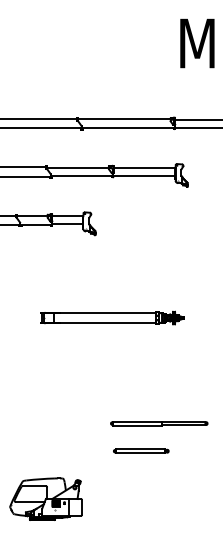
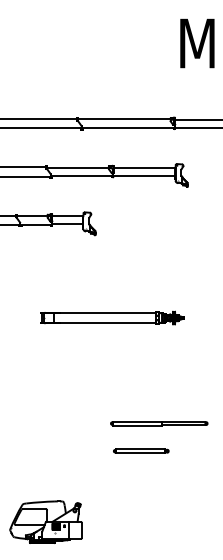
part at (45, 498) position: (45, 498) -> (45, 521)
